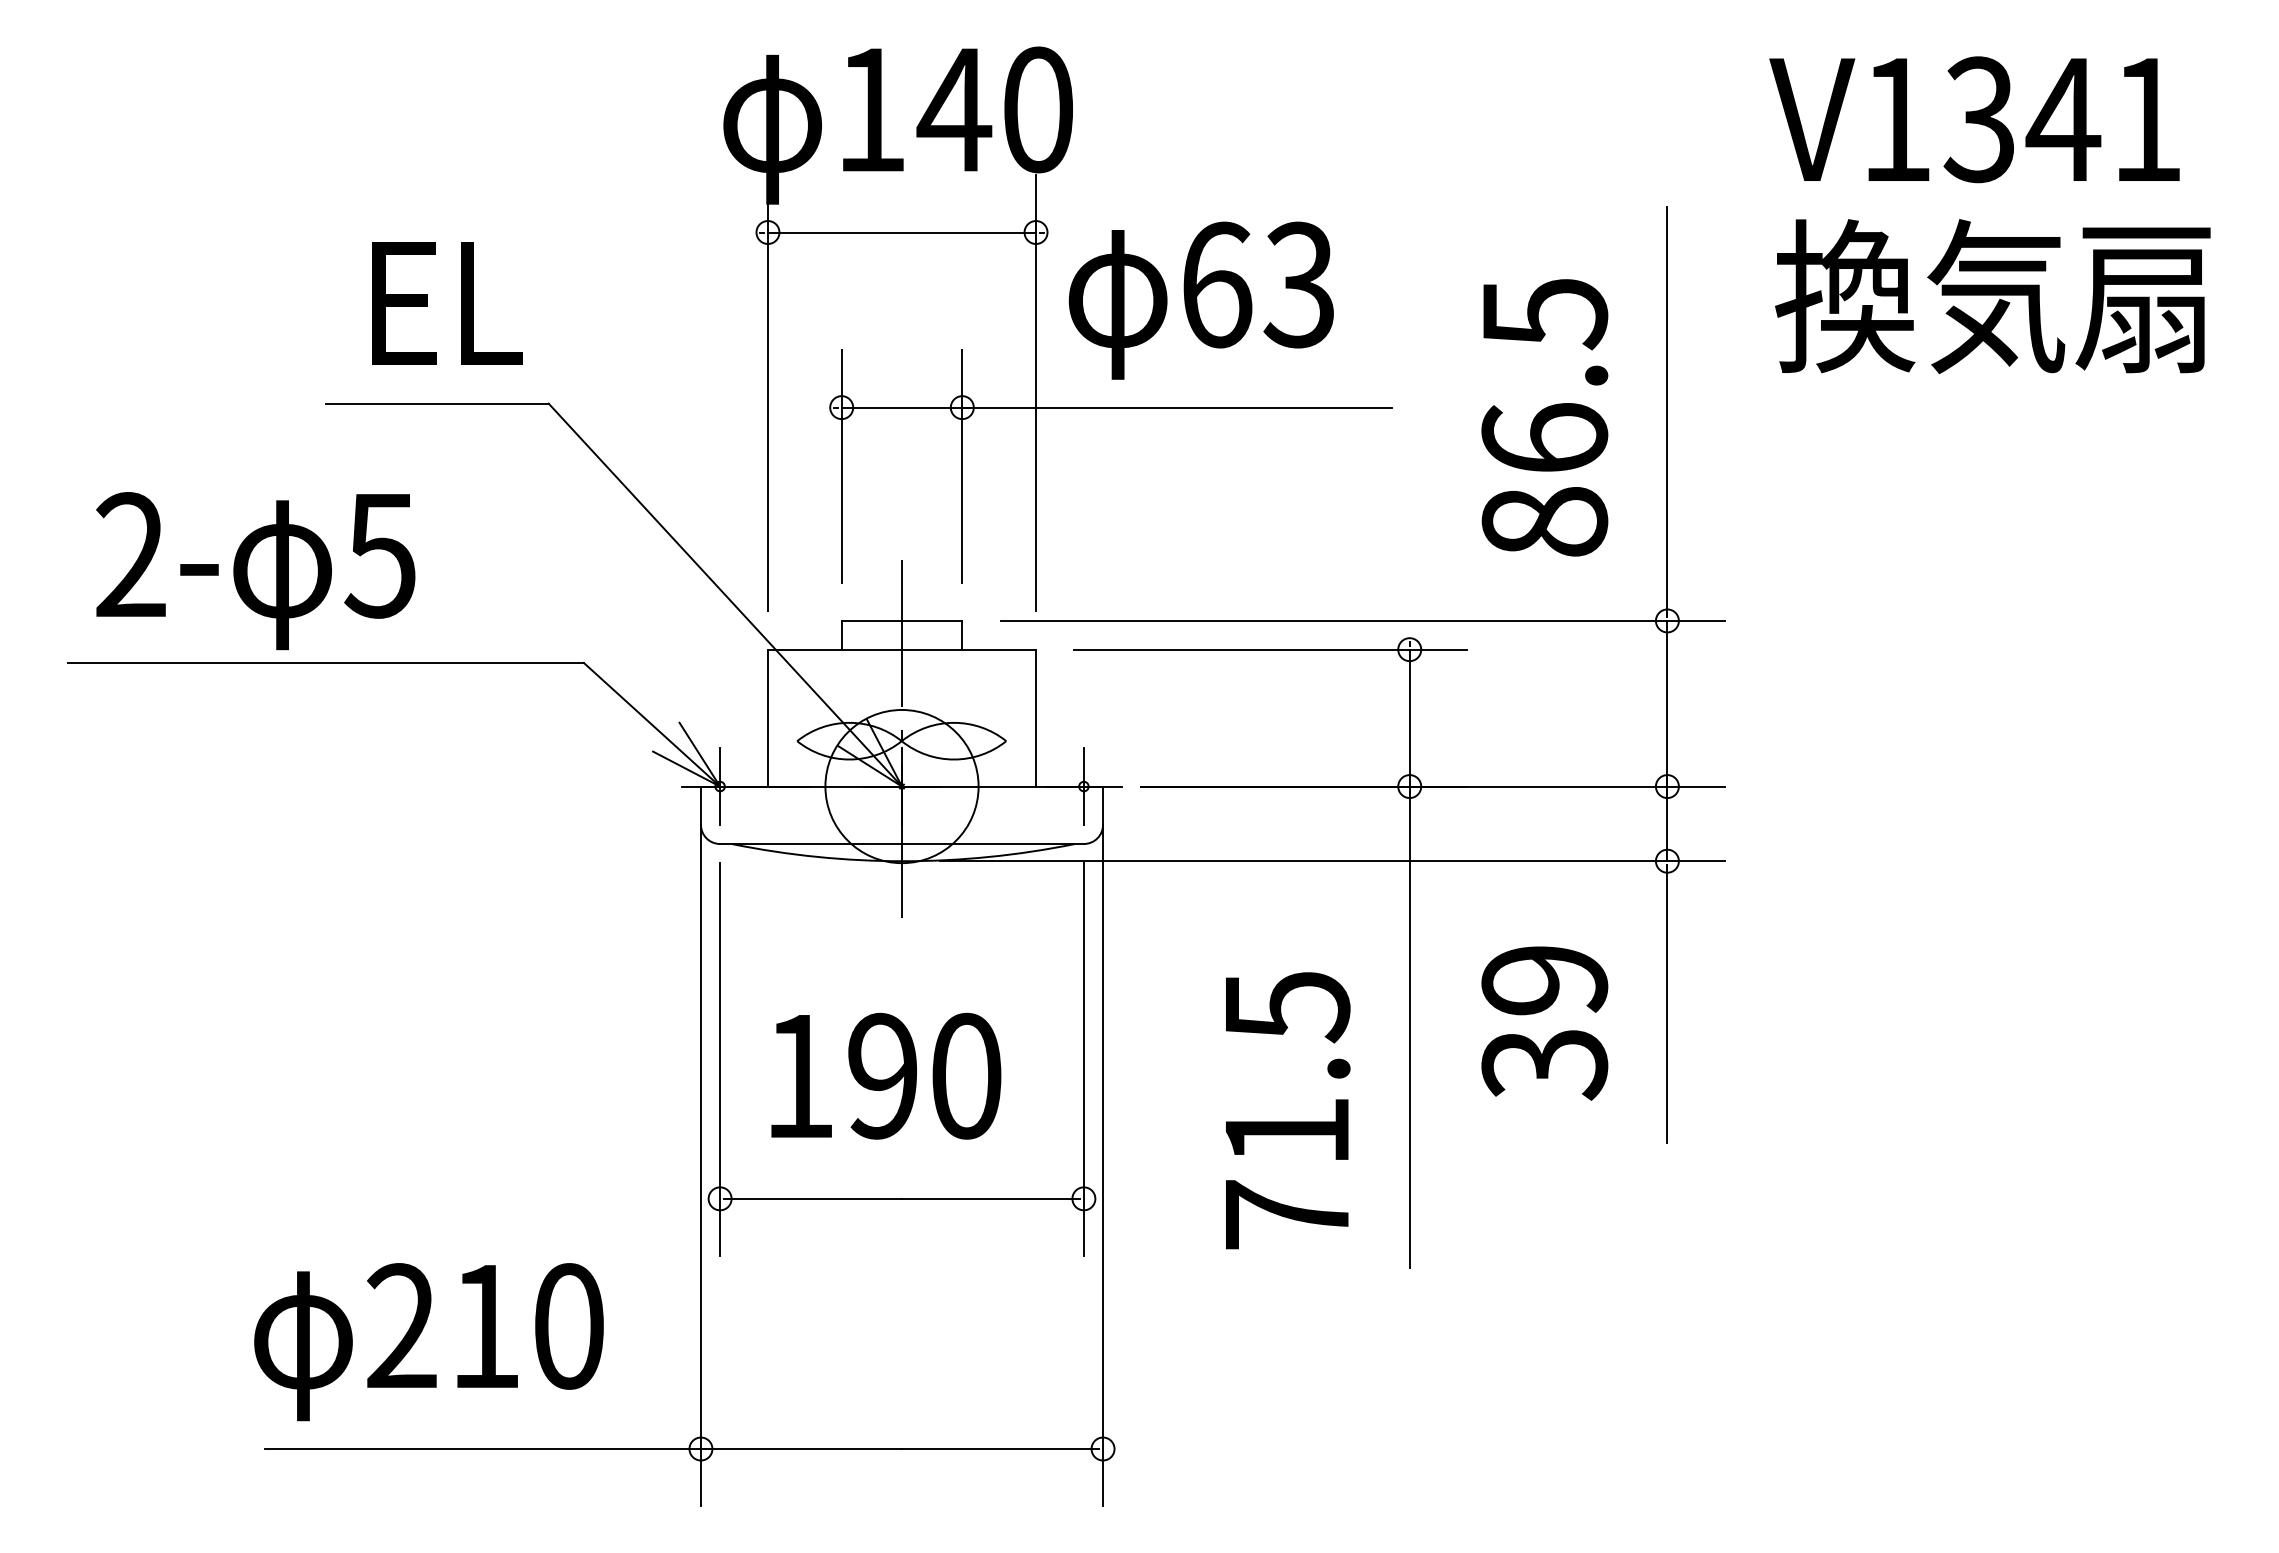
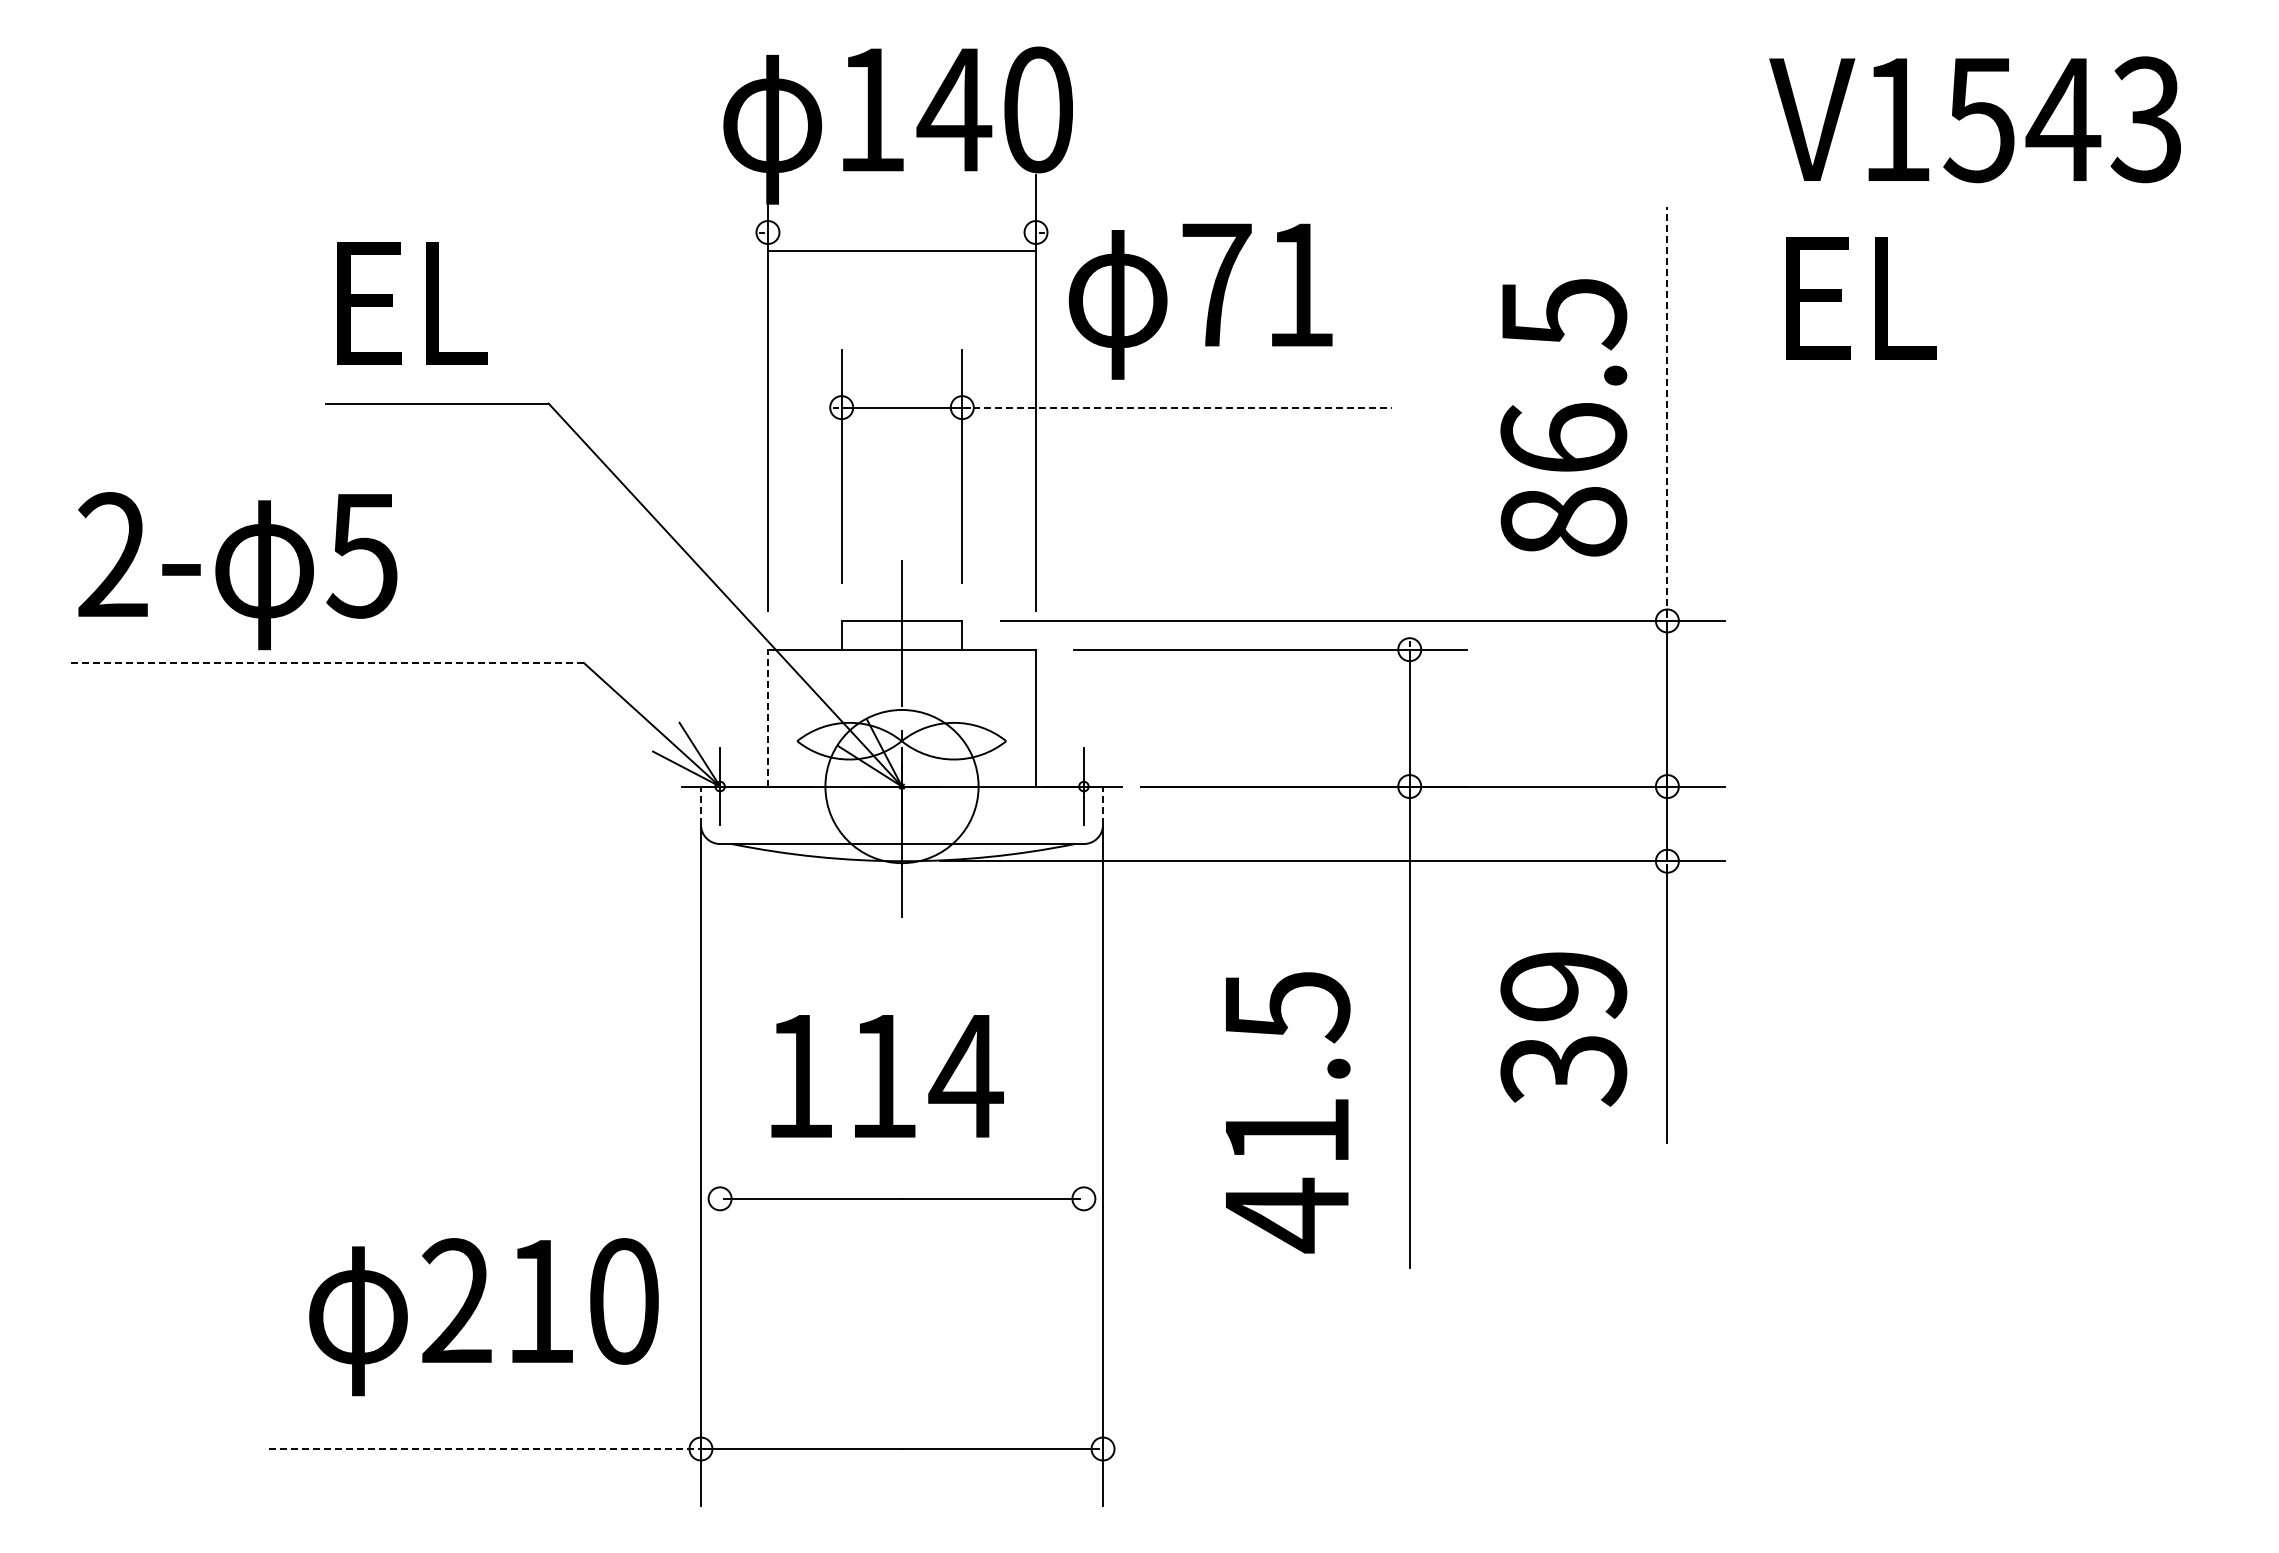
text at (2061, 119): V1341 -> V1543
line at (901, 232) position: (901, 232) -> (901, 250)
text at (1257, 284): 63 -> 71
text at (1992, 296): 換気扇 -> EL
text at (447, 303) position: (447, 303) -> (412, 303)
line at (1176, 407): solid -> dashed
line at (1667, 411): solid -> dashed
text at (1544, 417) position: (1544, 417) -> (1563, 417)
text at (255, 571) position: (255, 571) -> (237, 571)
line at (326, 663): solid -> dashed
line at (767, 717): solid -> dashed
line at (700, 805): solid -> dashed
line at (1103, 805): solid -> dashed
text at (1544, 1023) position: (1544, 1023) -> (1563, 1029)
line at (720, 1059): present -> none
line at (1083, 1059): present -> none
text at (925, 1075): 190 -> 114
text at (1287, 1215): 71.5 -> 41.5
text at (428, 1342) position: (428, 1342) -> (483, 1317)
line at (485, 1449): solid -> dashed
